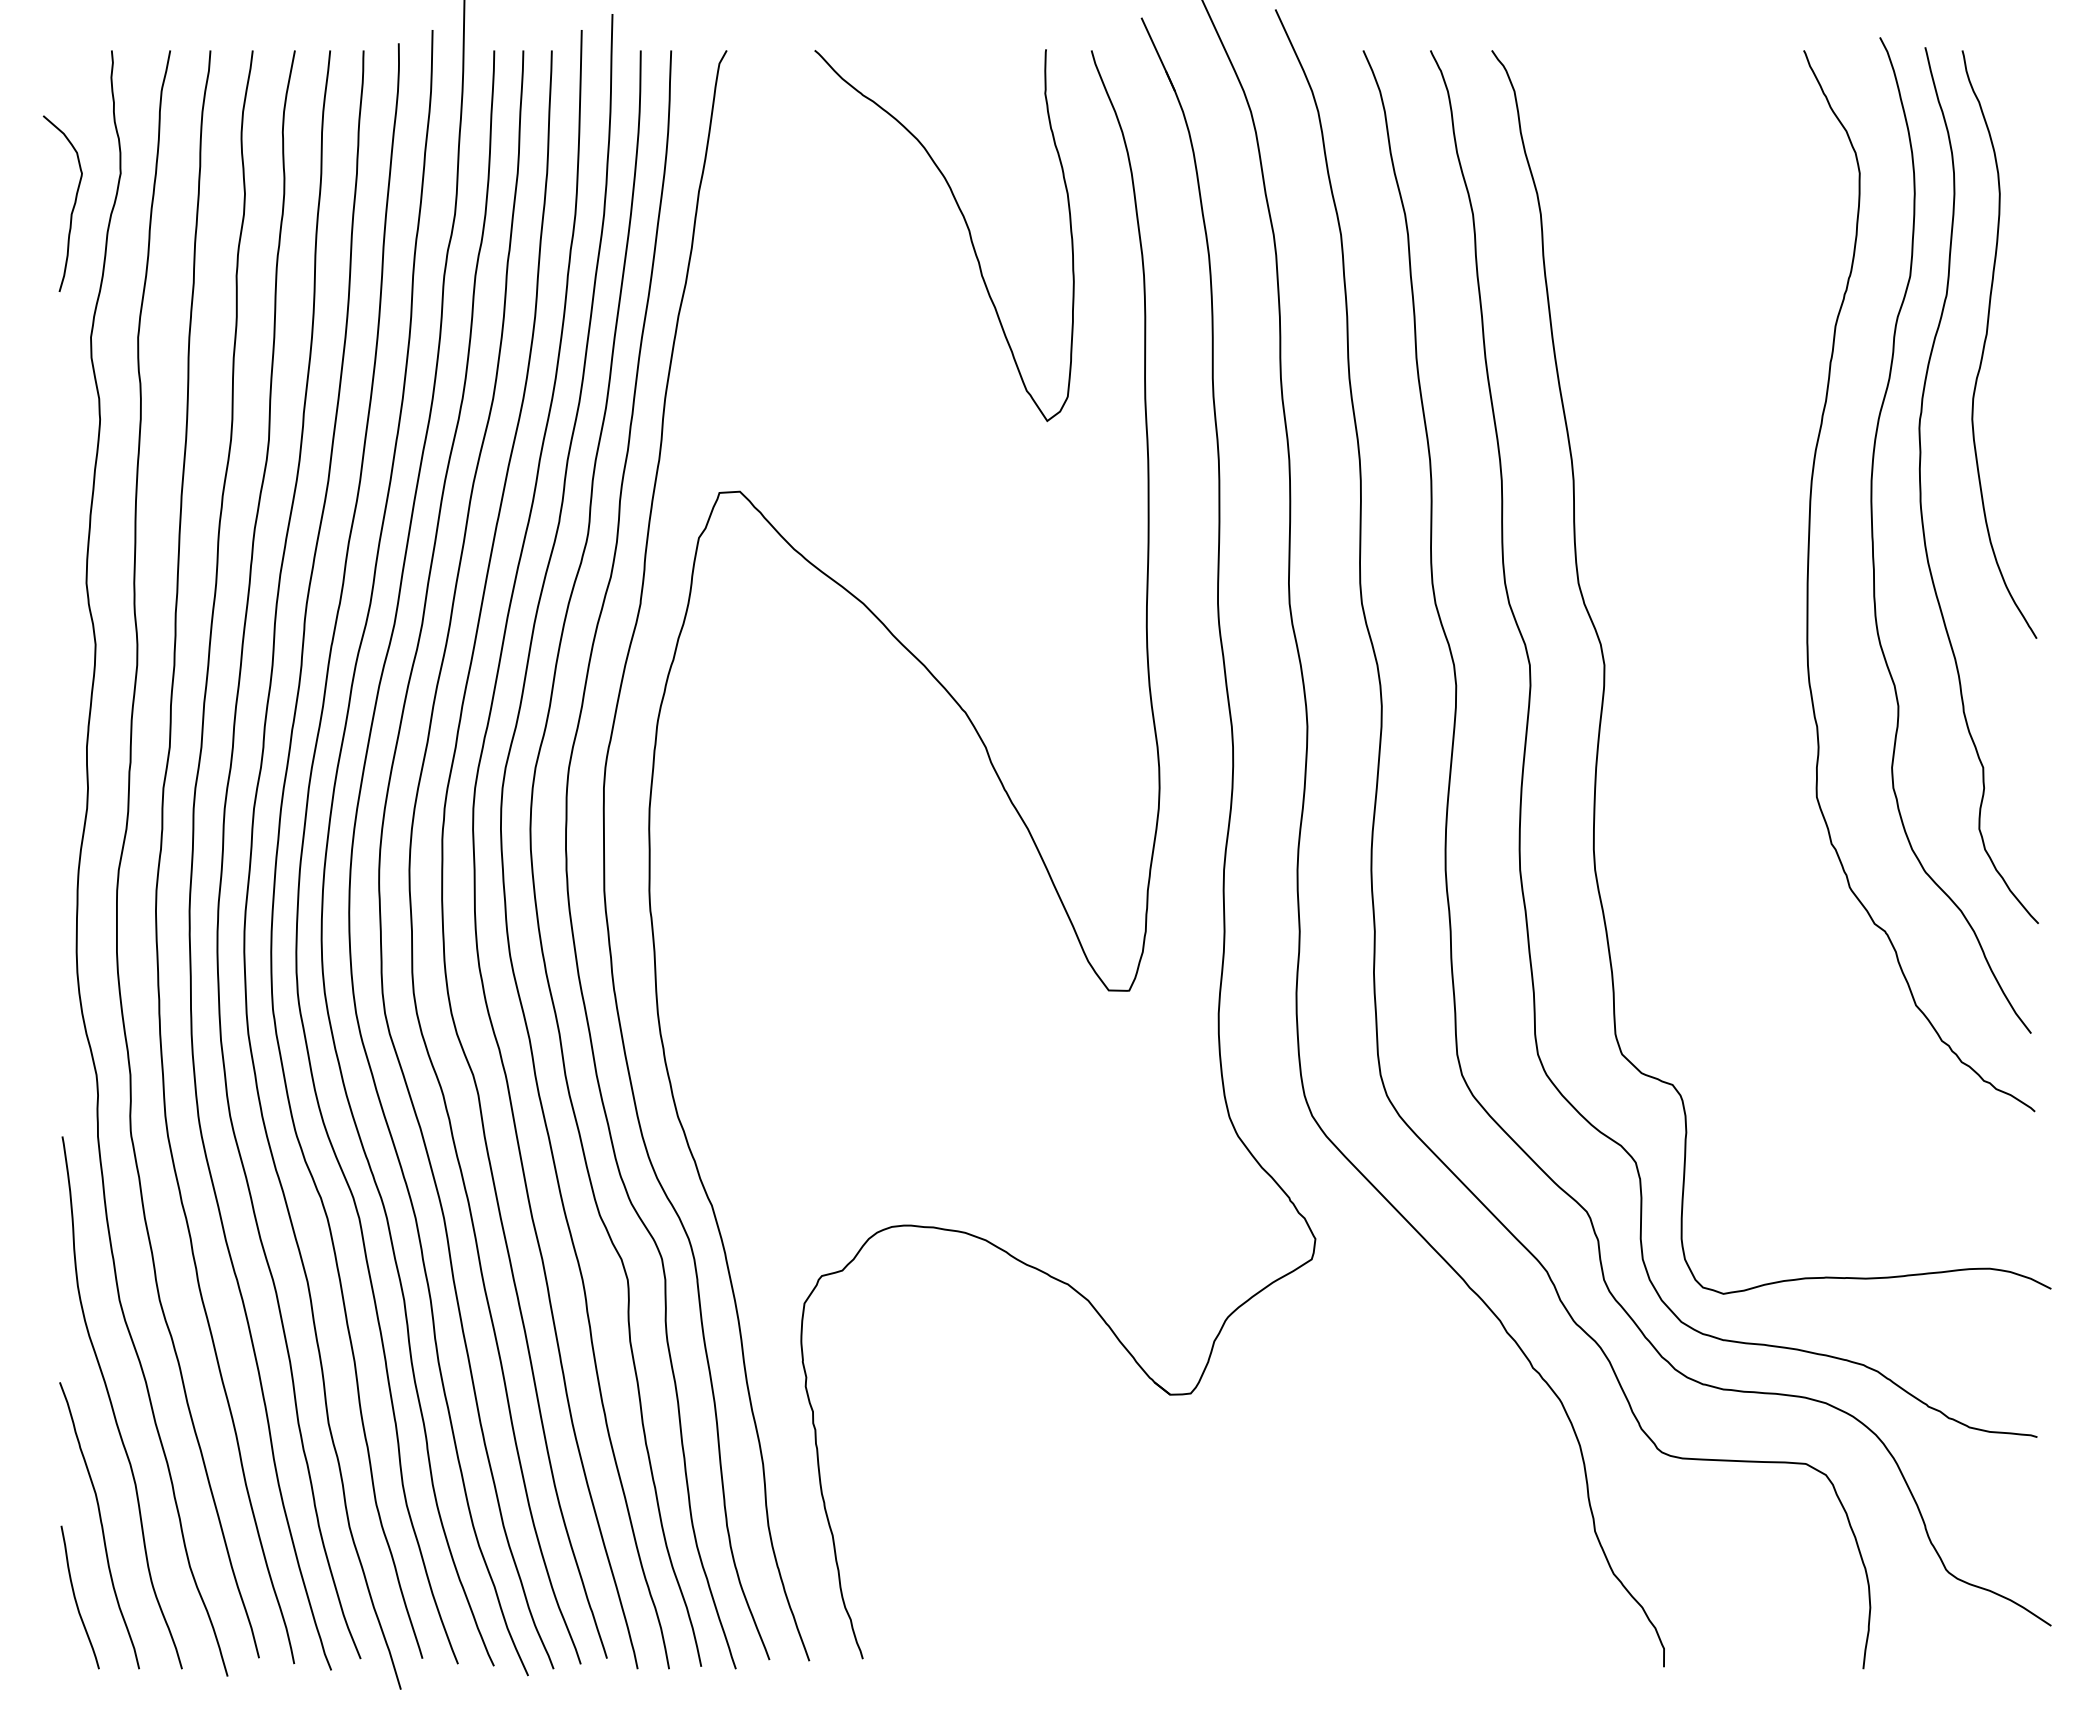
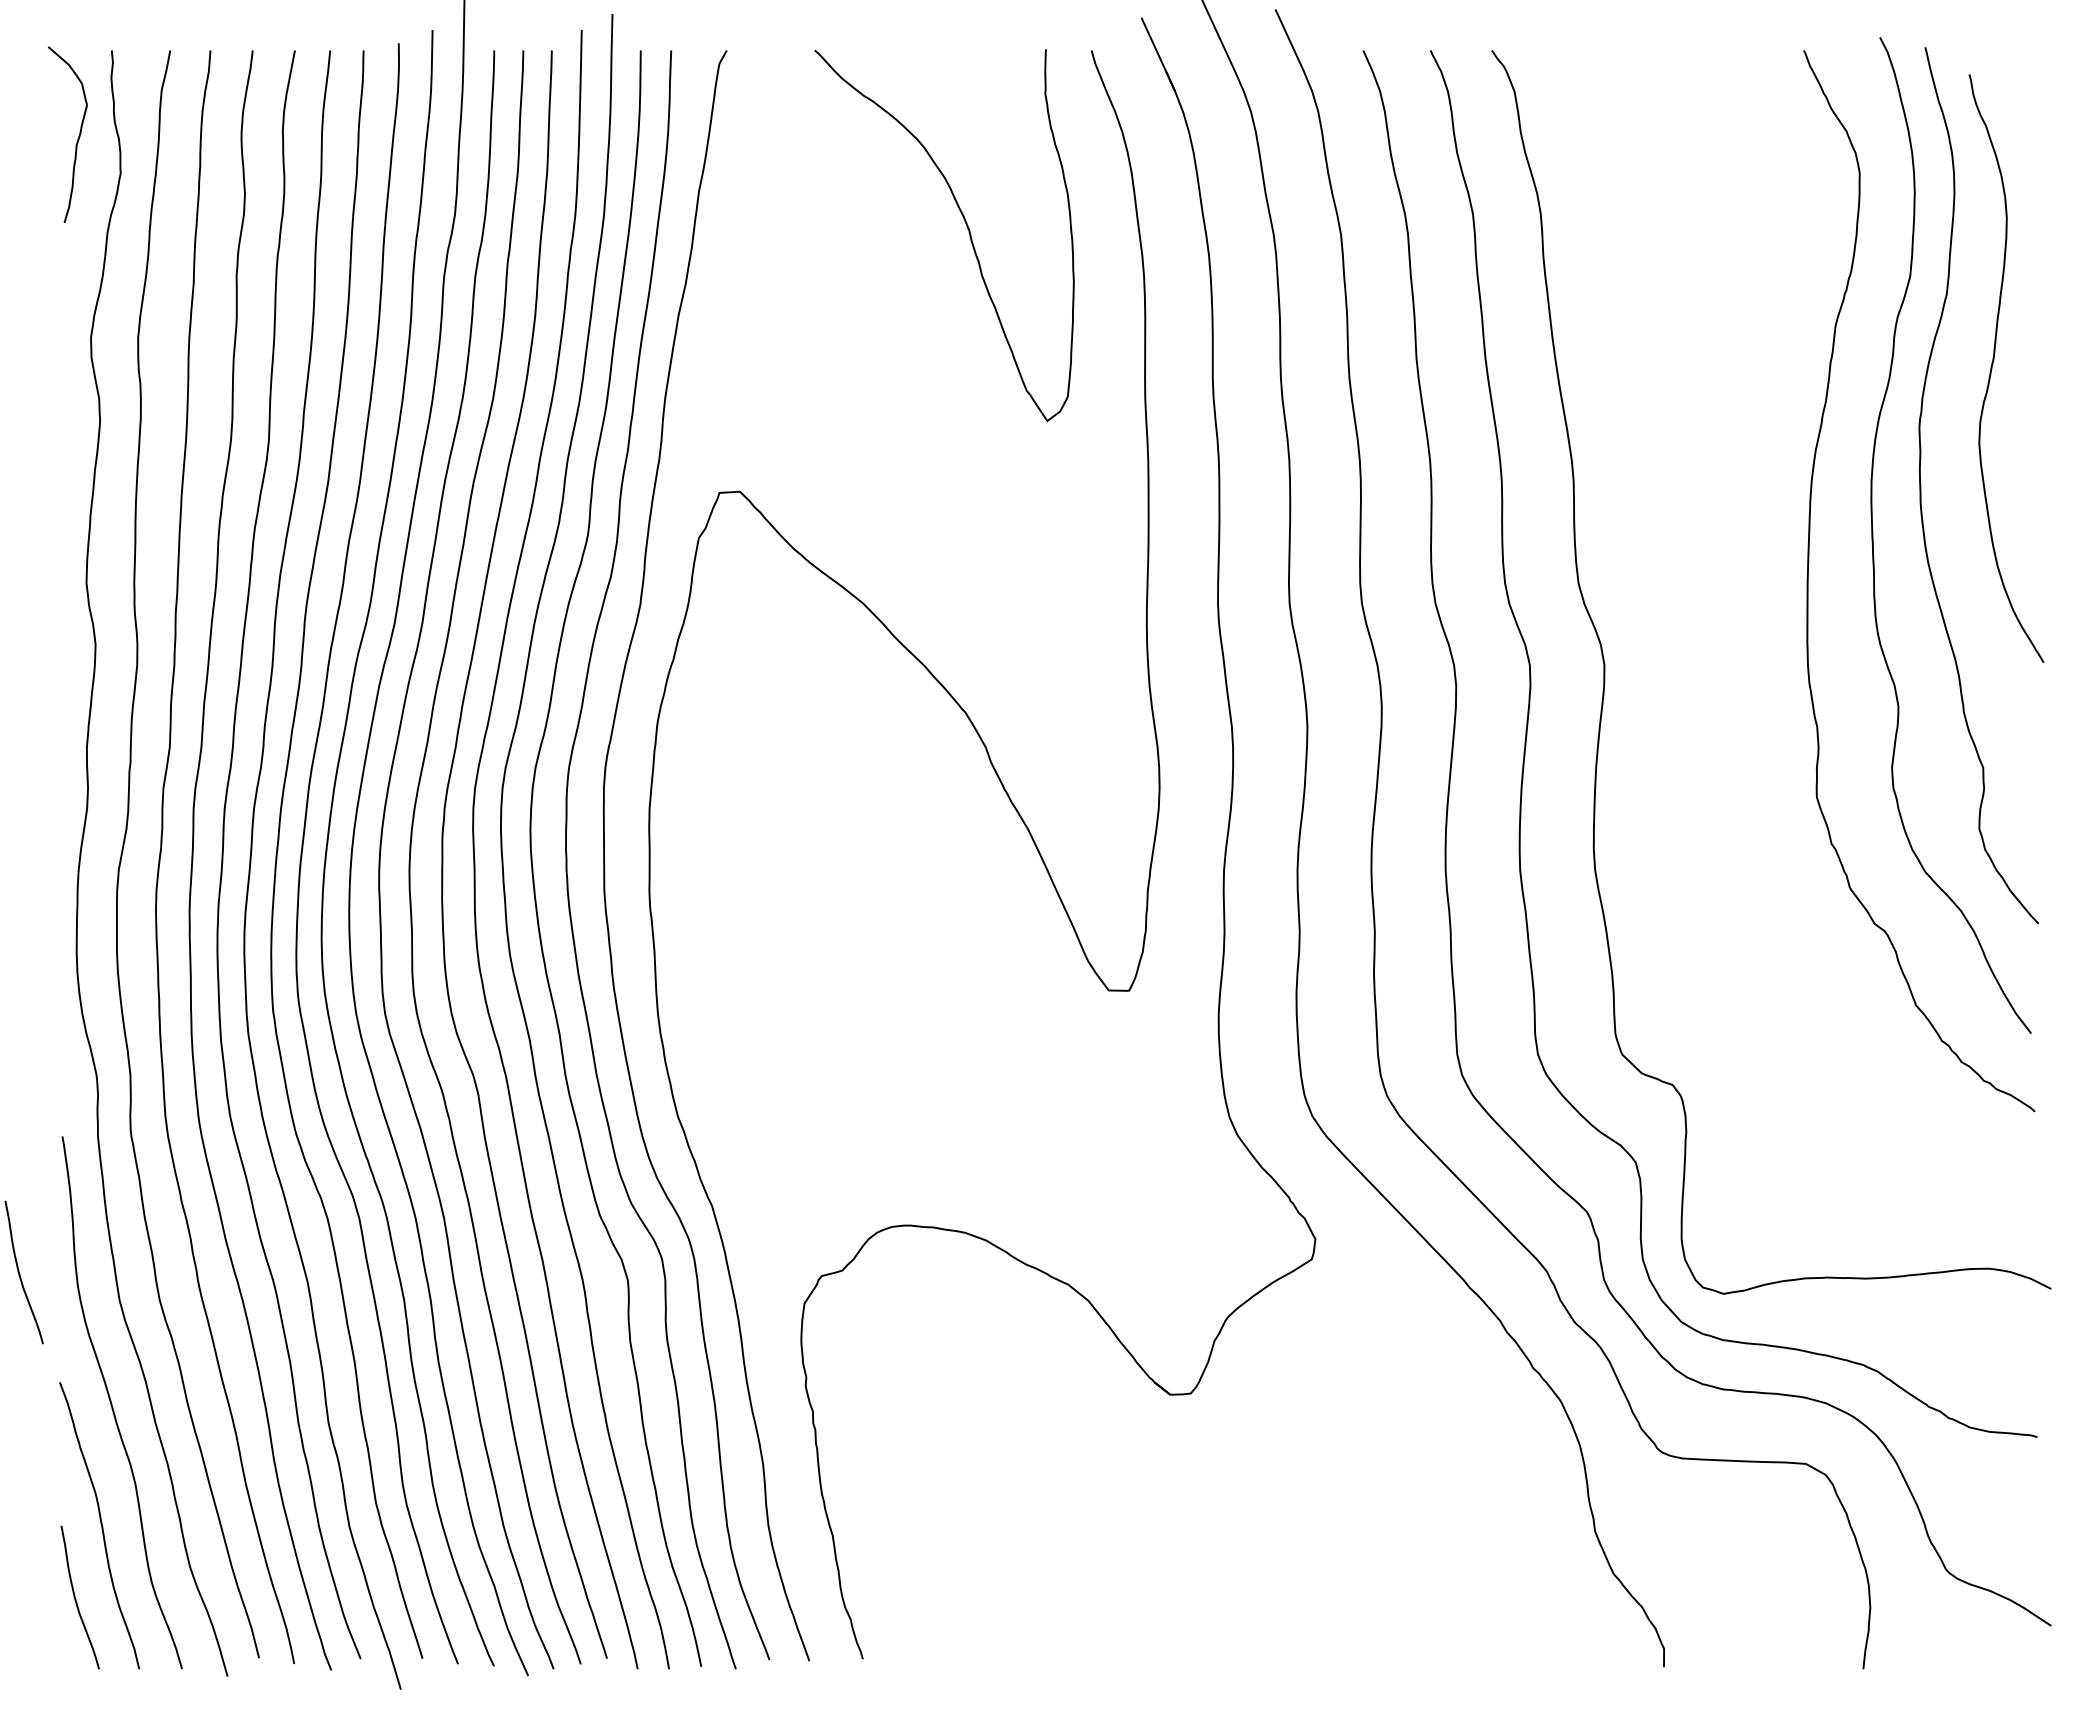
curve at (72, 207) position: (72, 207) -> (77, 138)
curve at (1986, 340) position: (1986, 340) -> (1993, 364)
curve at (20, 1274): none -> present
